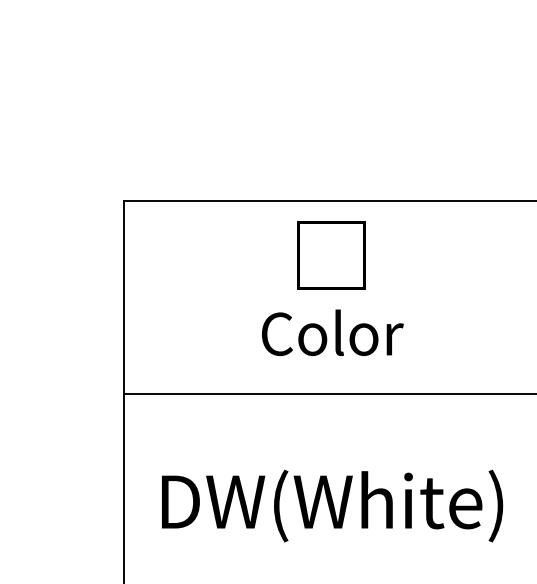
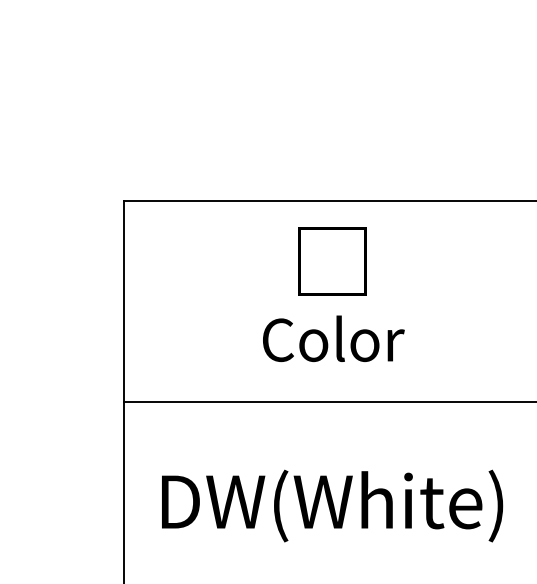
text at (332, 288) position: (332, 288) -> (333, 294)
line at (328, 393) position: (328, 393) -> (328, 401)
